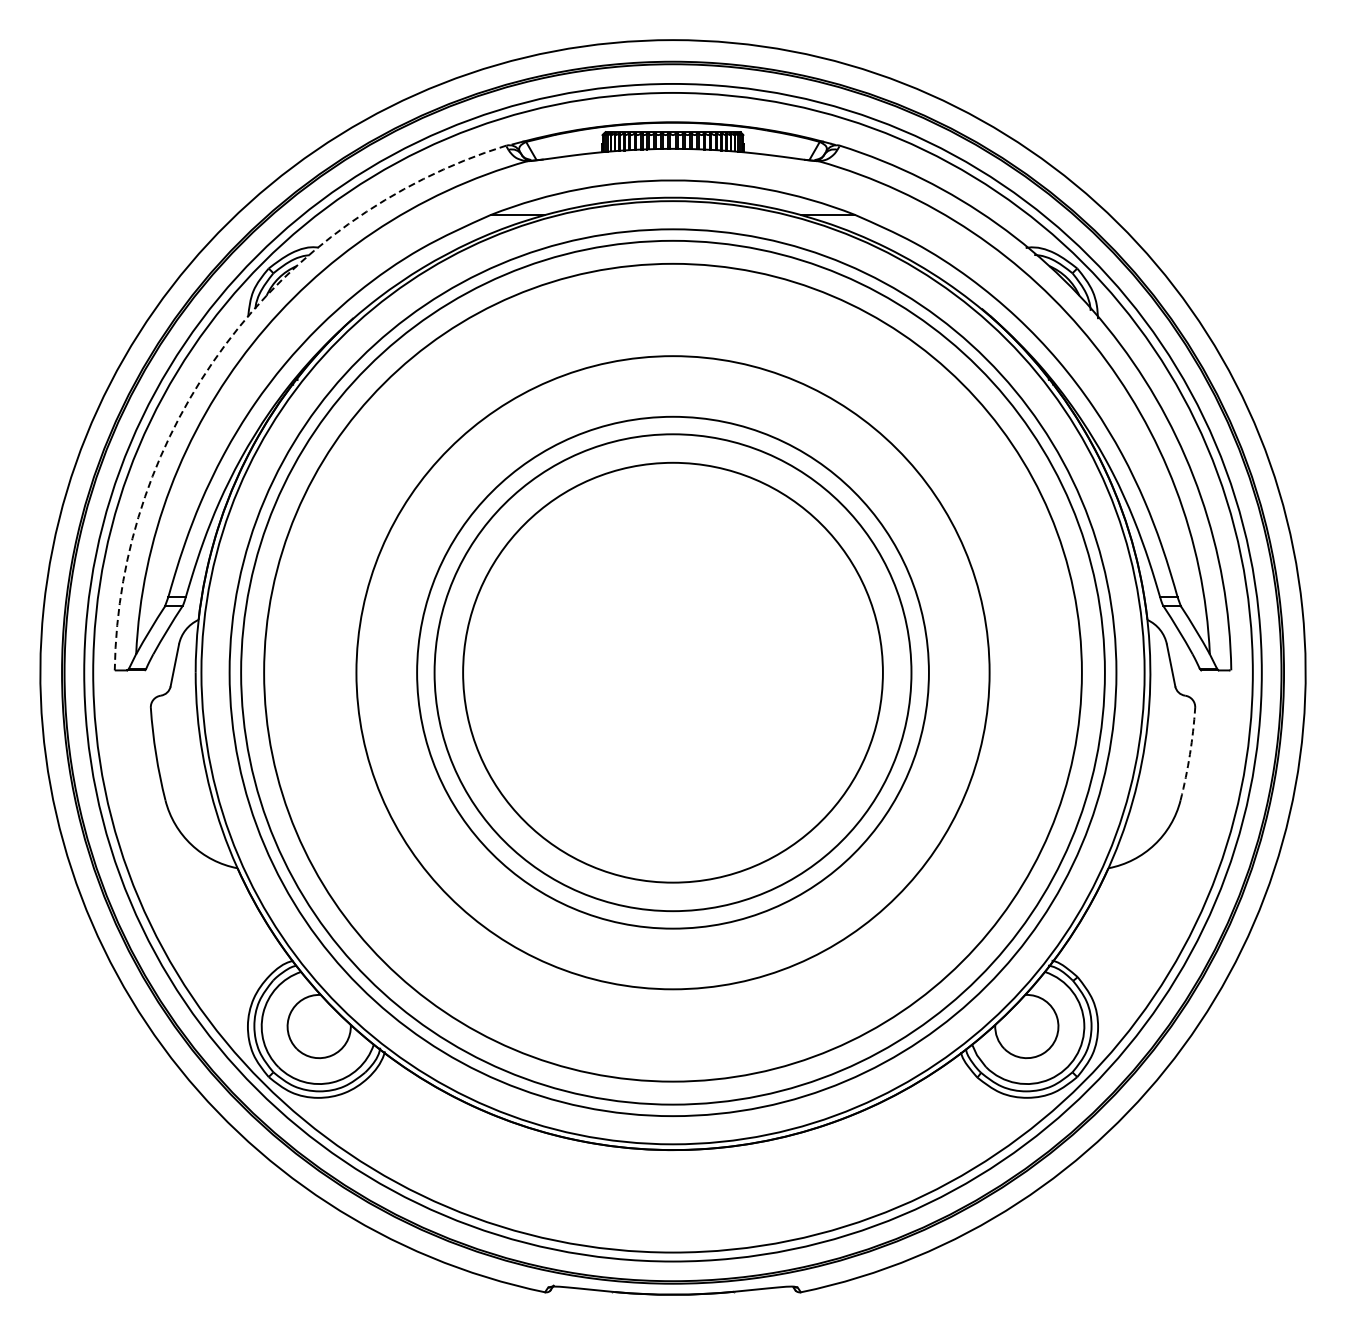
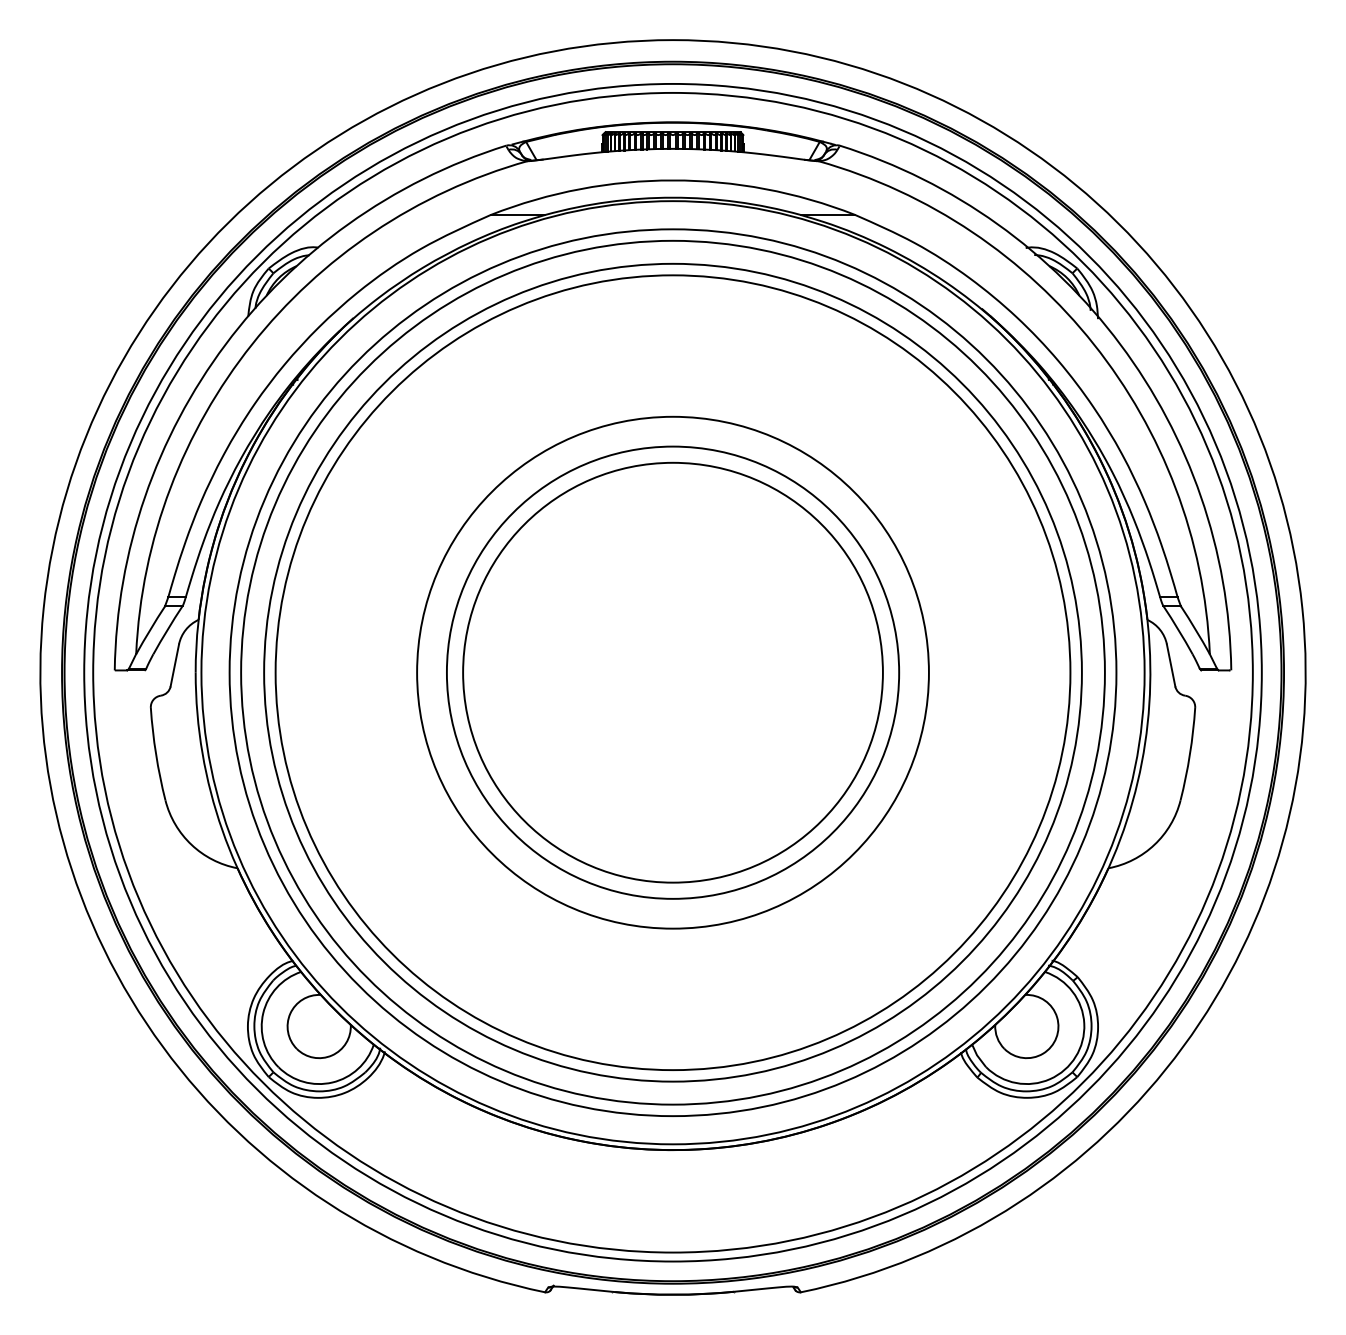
arc at (225, 344): dashed -> solid
circle at (672, 672) diameter: 477 px -> 795 px
circle at (672, 672) diameter: 633 px -> 452 px
arc at (1189, 754): dashed -> solid
